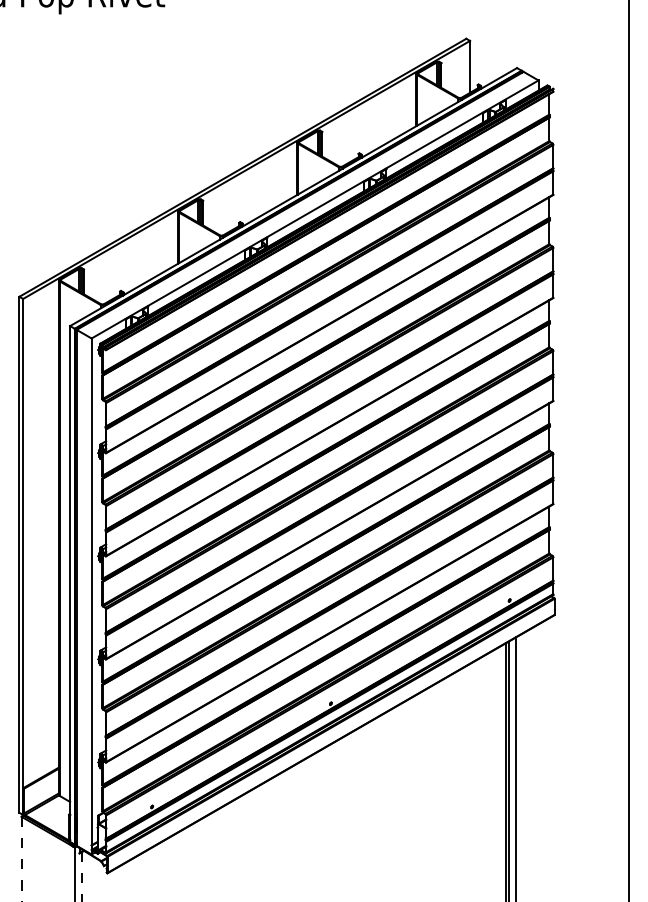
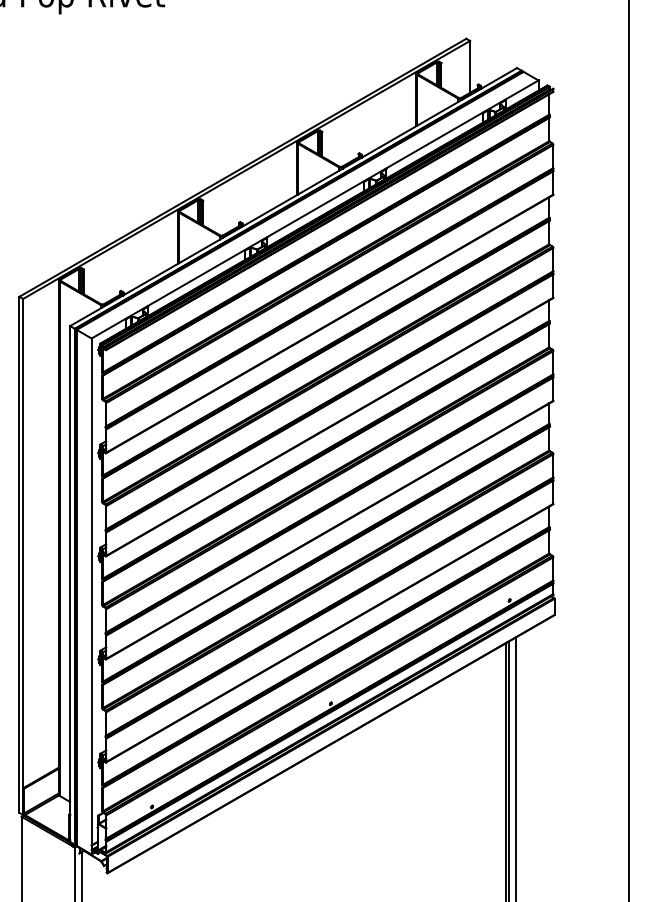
line at (21, 859): dashed -> solid
line at (82, 876): dashed -> solid
